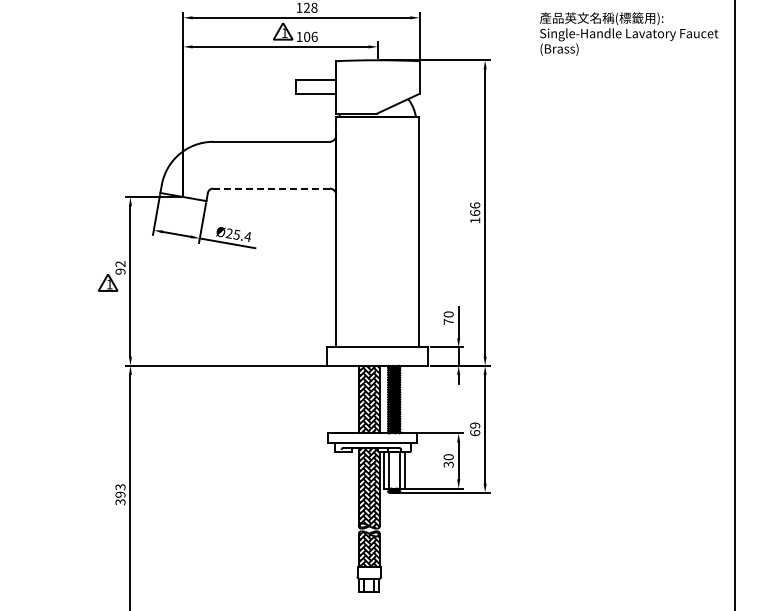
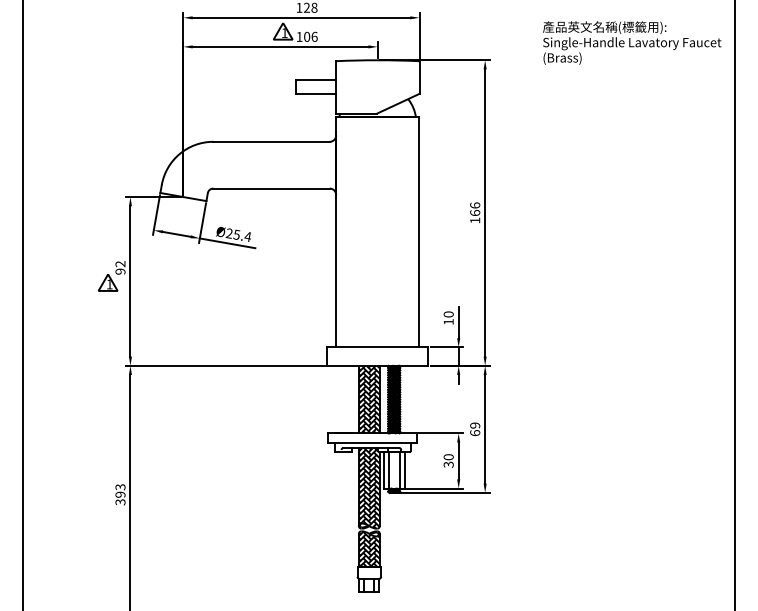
text at (629, 33) position: (629, 33) -> (632, 42)
line at (272, 188): dashed -> solid
line at (22, 304): none -> present
text at (448, 321): 70 -> 10
